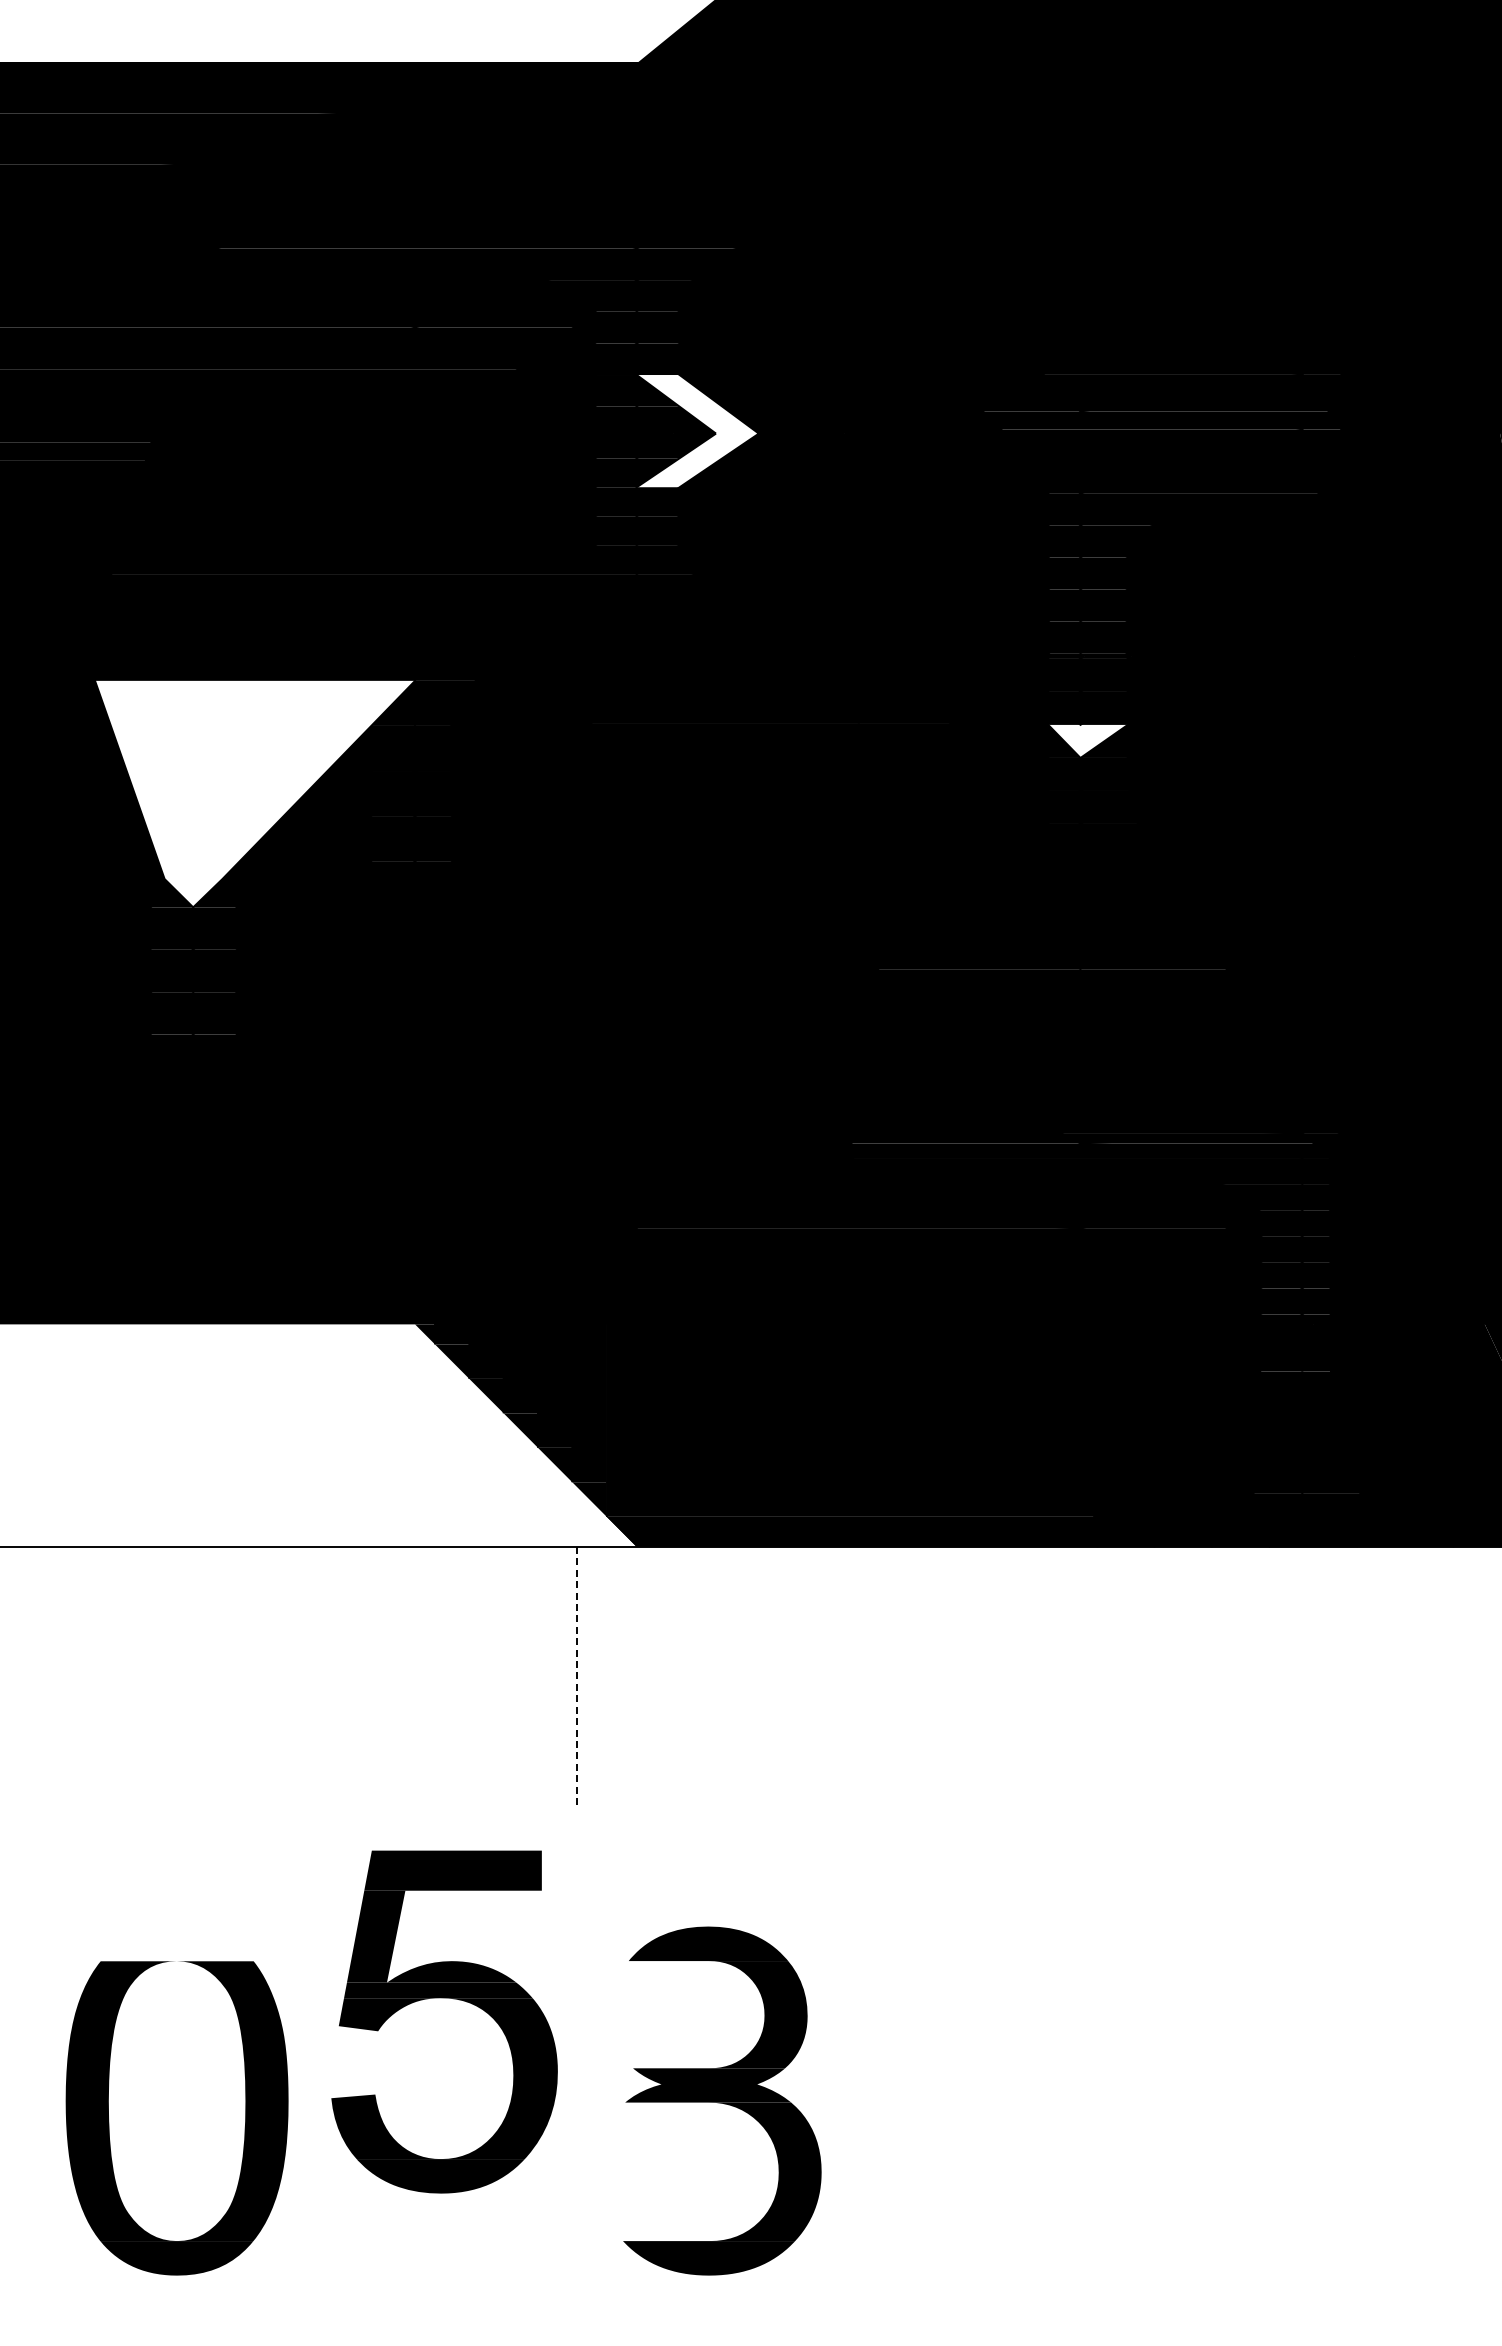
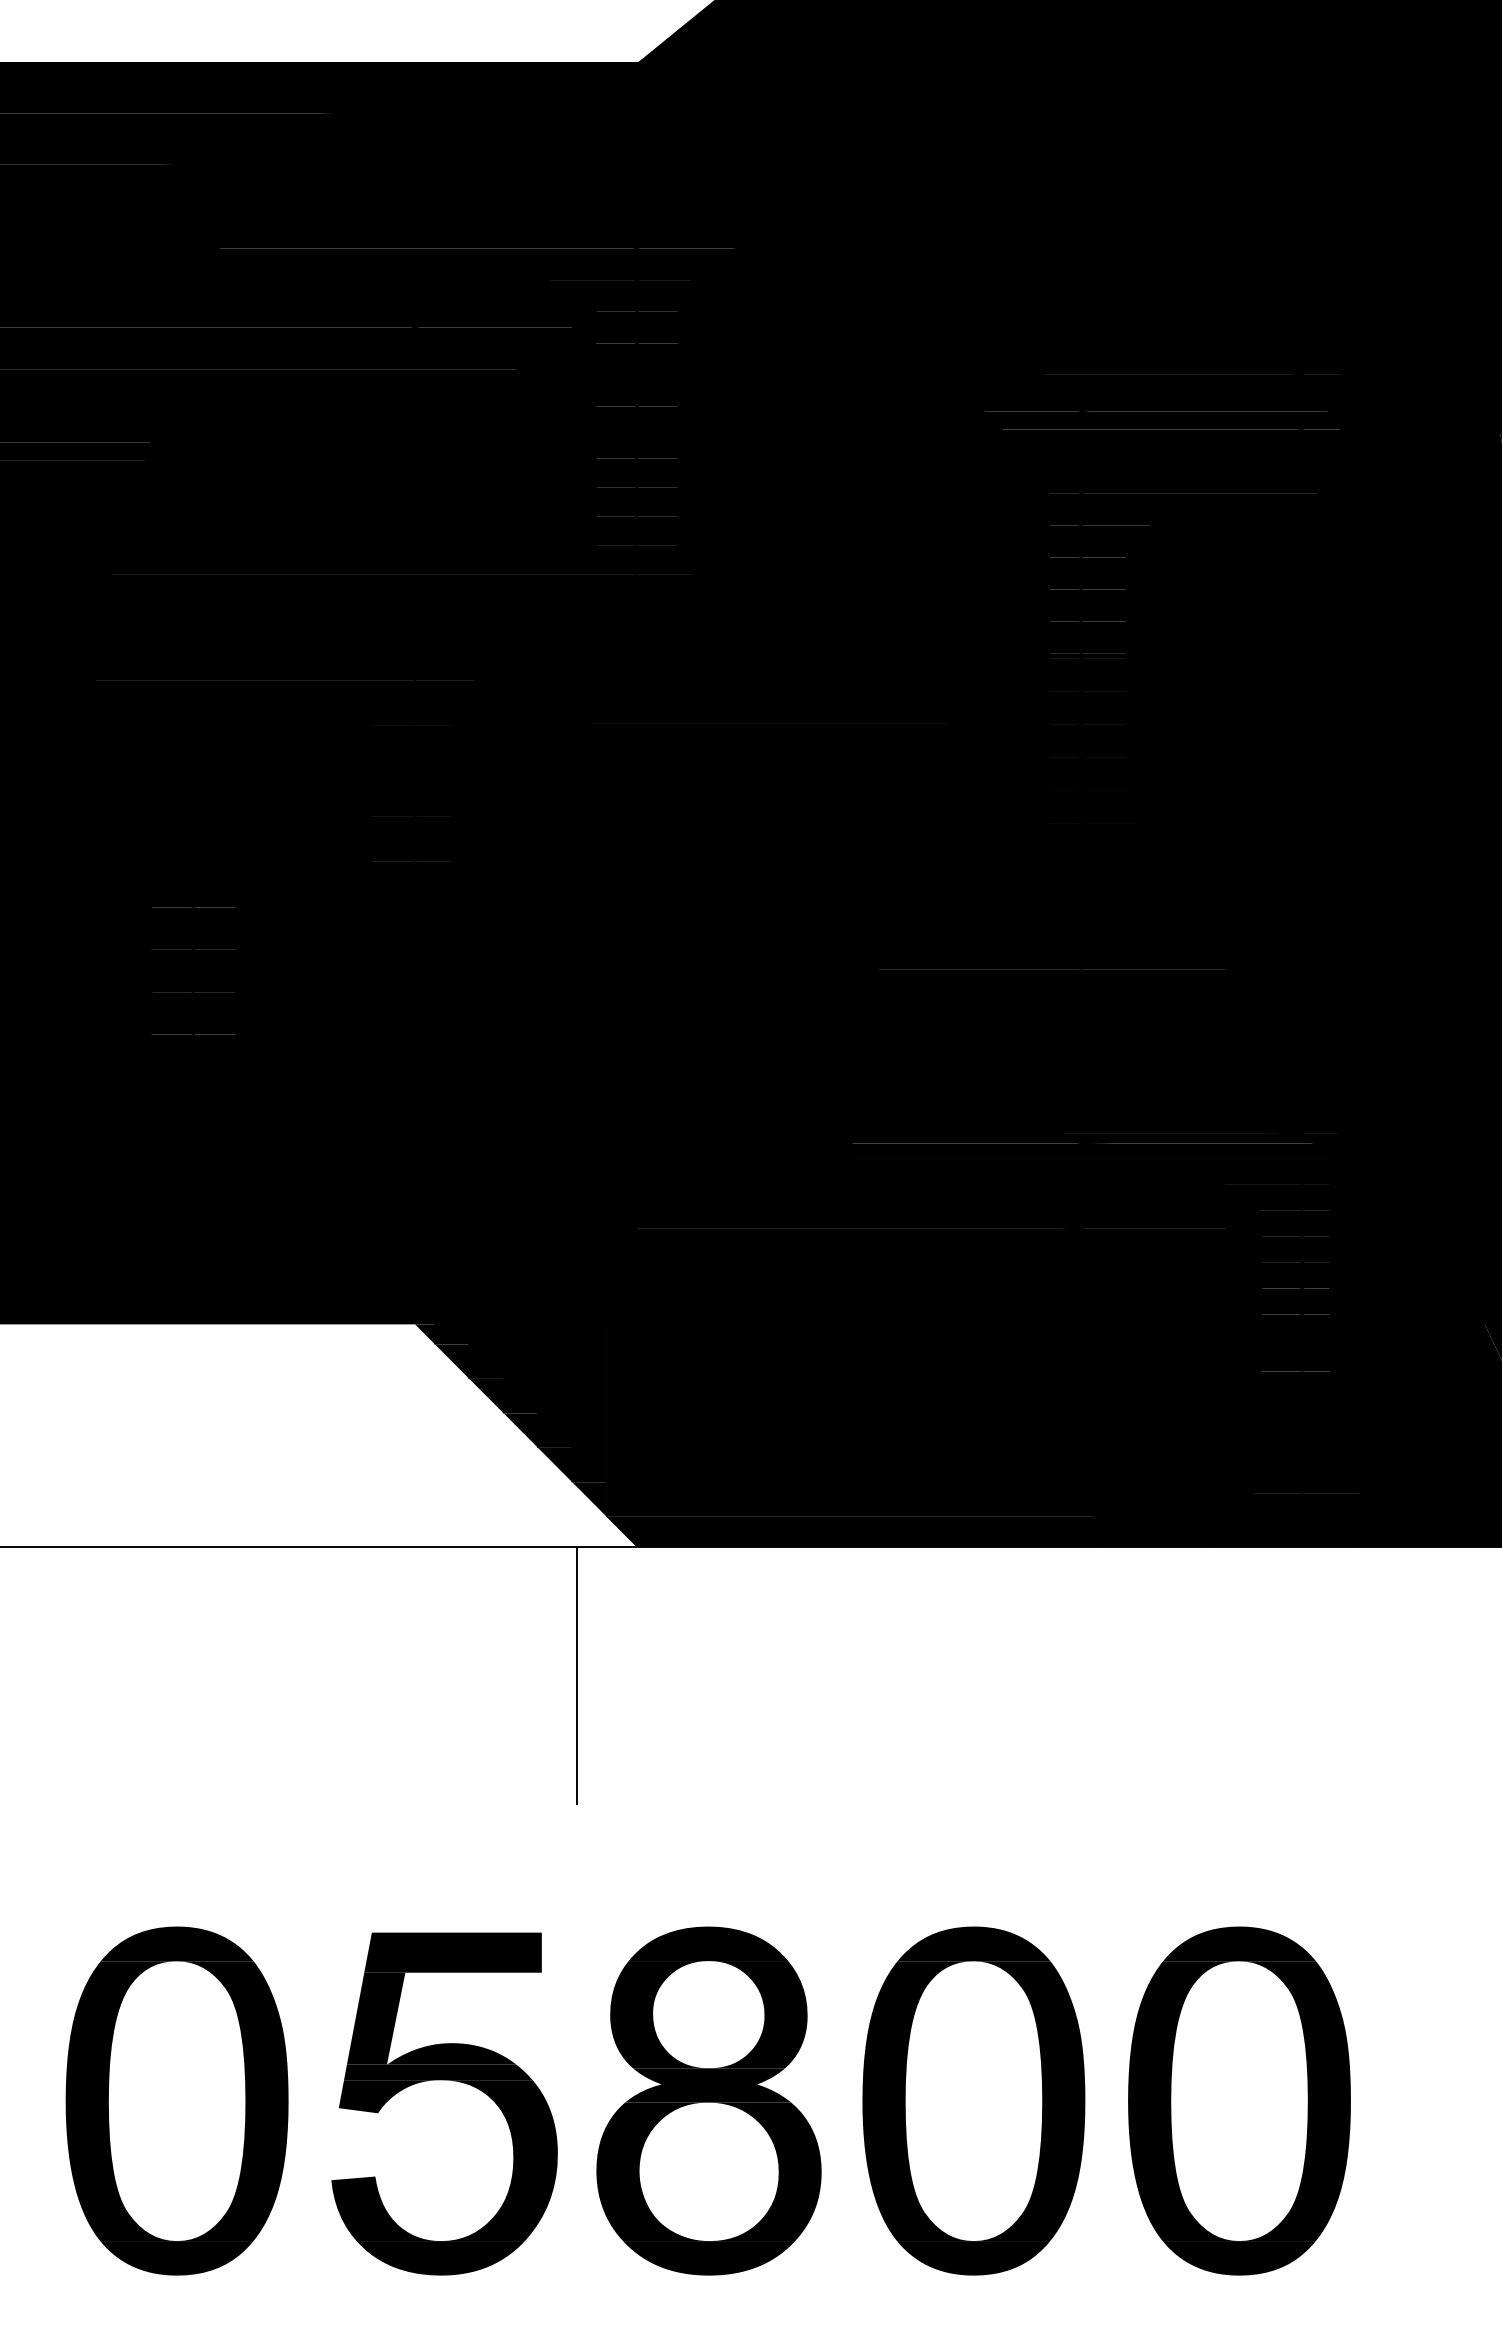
fill at (697, 431): none -> present
fill at (1087, 740): none -> present
fill at (255, 793): none -> present
line at (577, 1676): dashed -> solid
fill at (176, 1943): none -> present
part at (444, 1998) position: (444, 1998) -> (444, 2080)
fill at (659, 2014): none -> present
part at (973, 2100): none -> present
part at (1239, 2100): none -> present
fill at (652, 2171): none -> present
